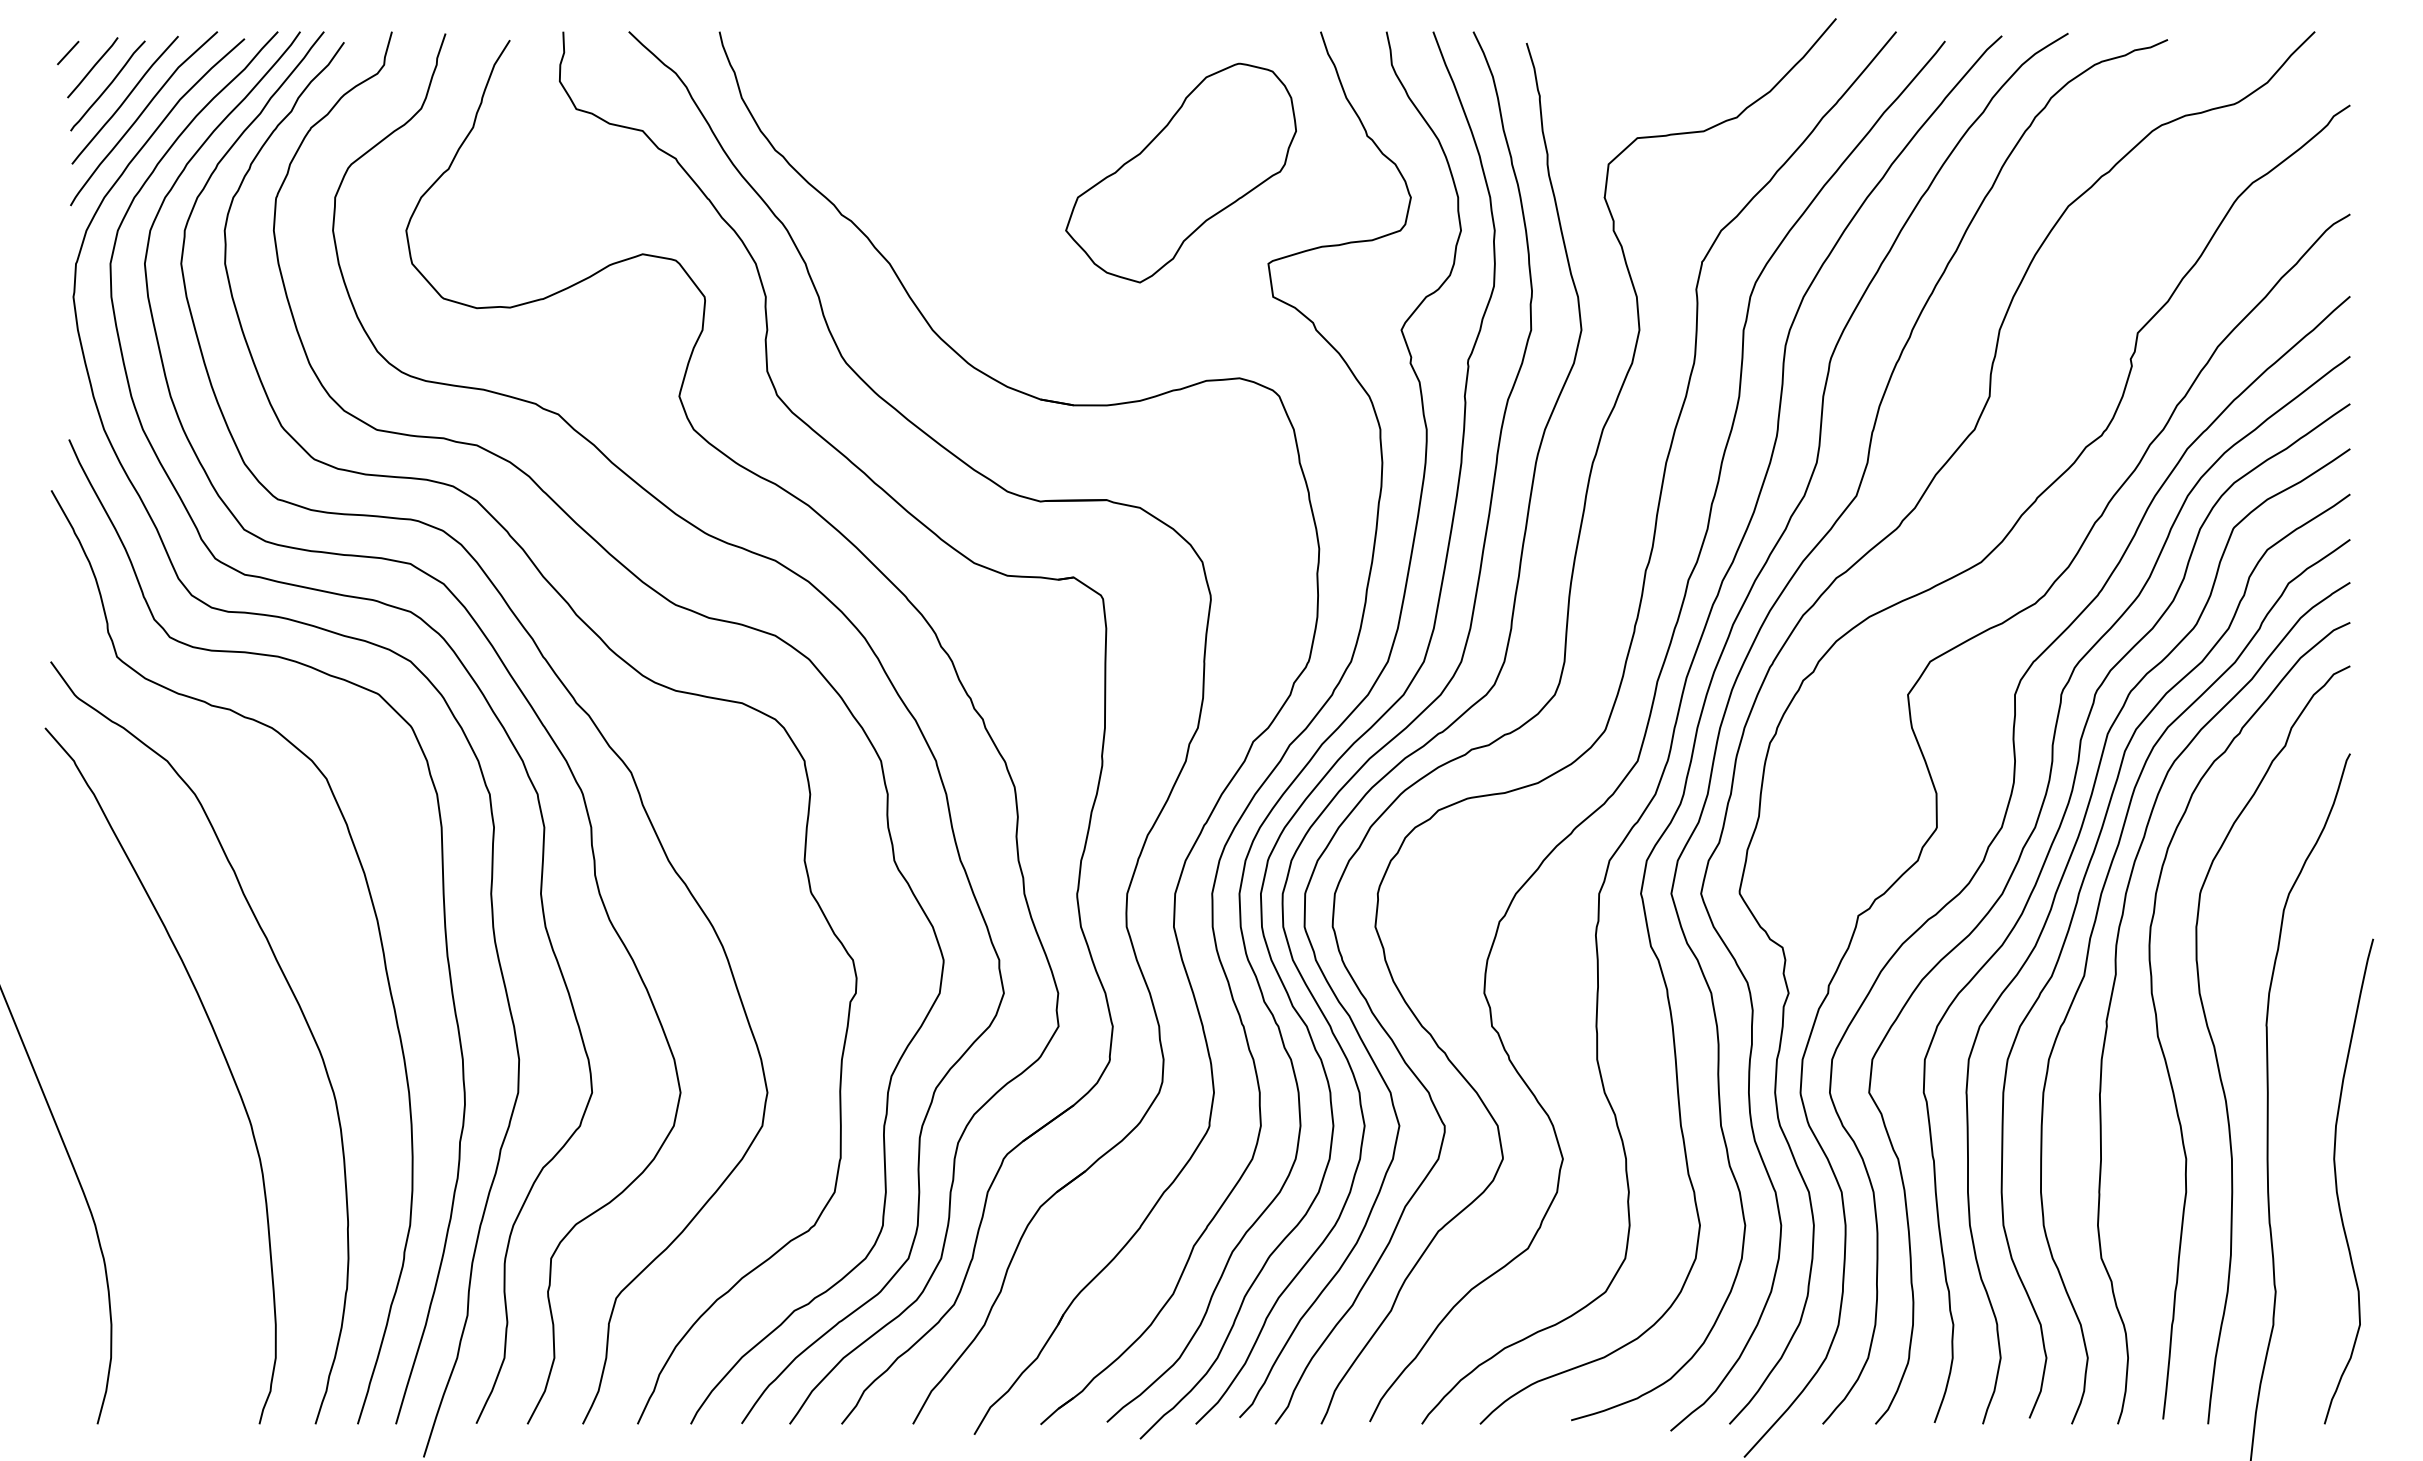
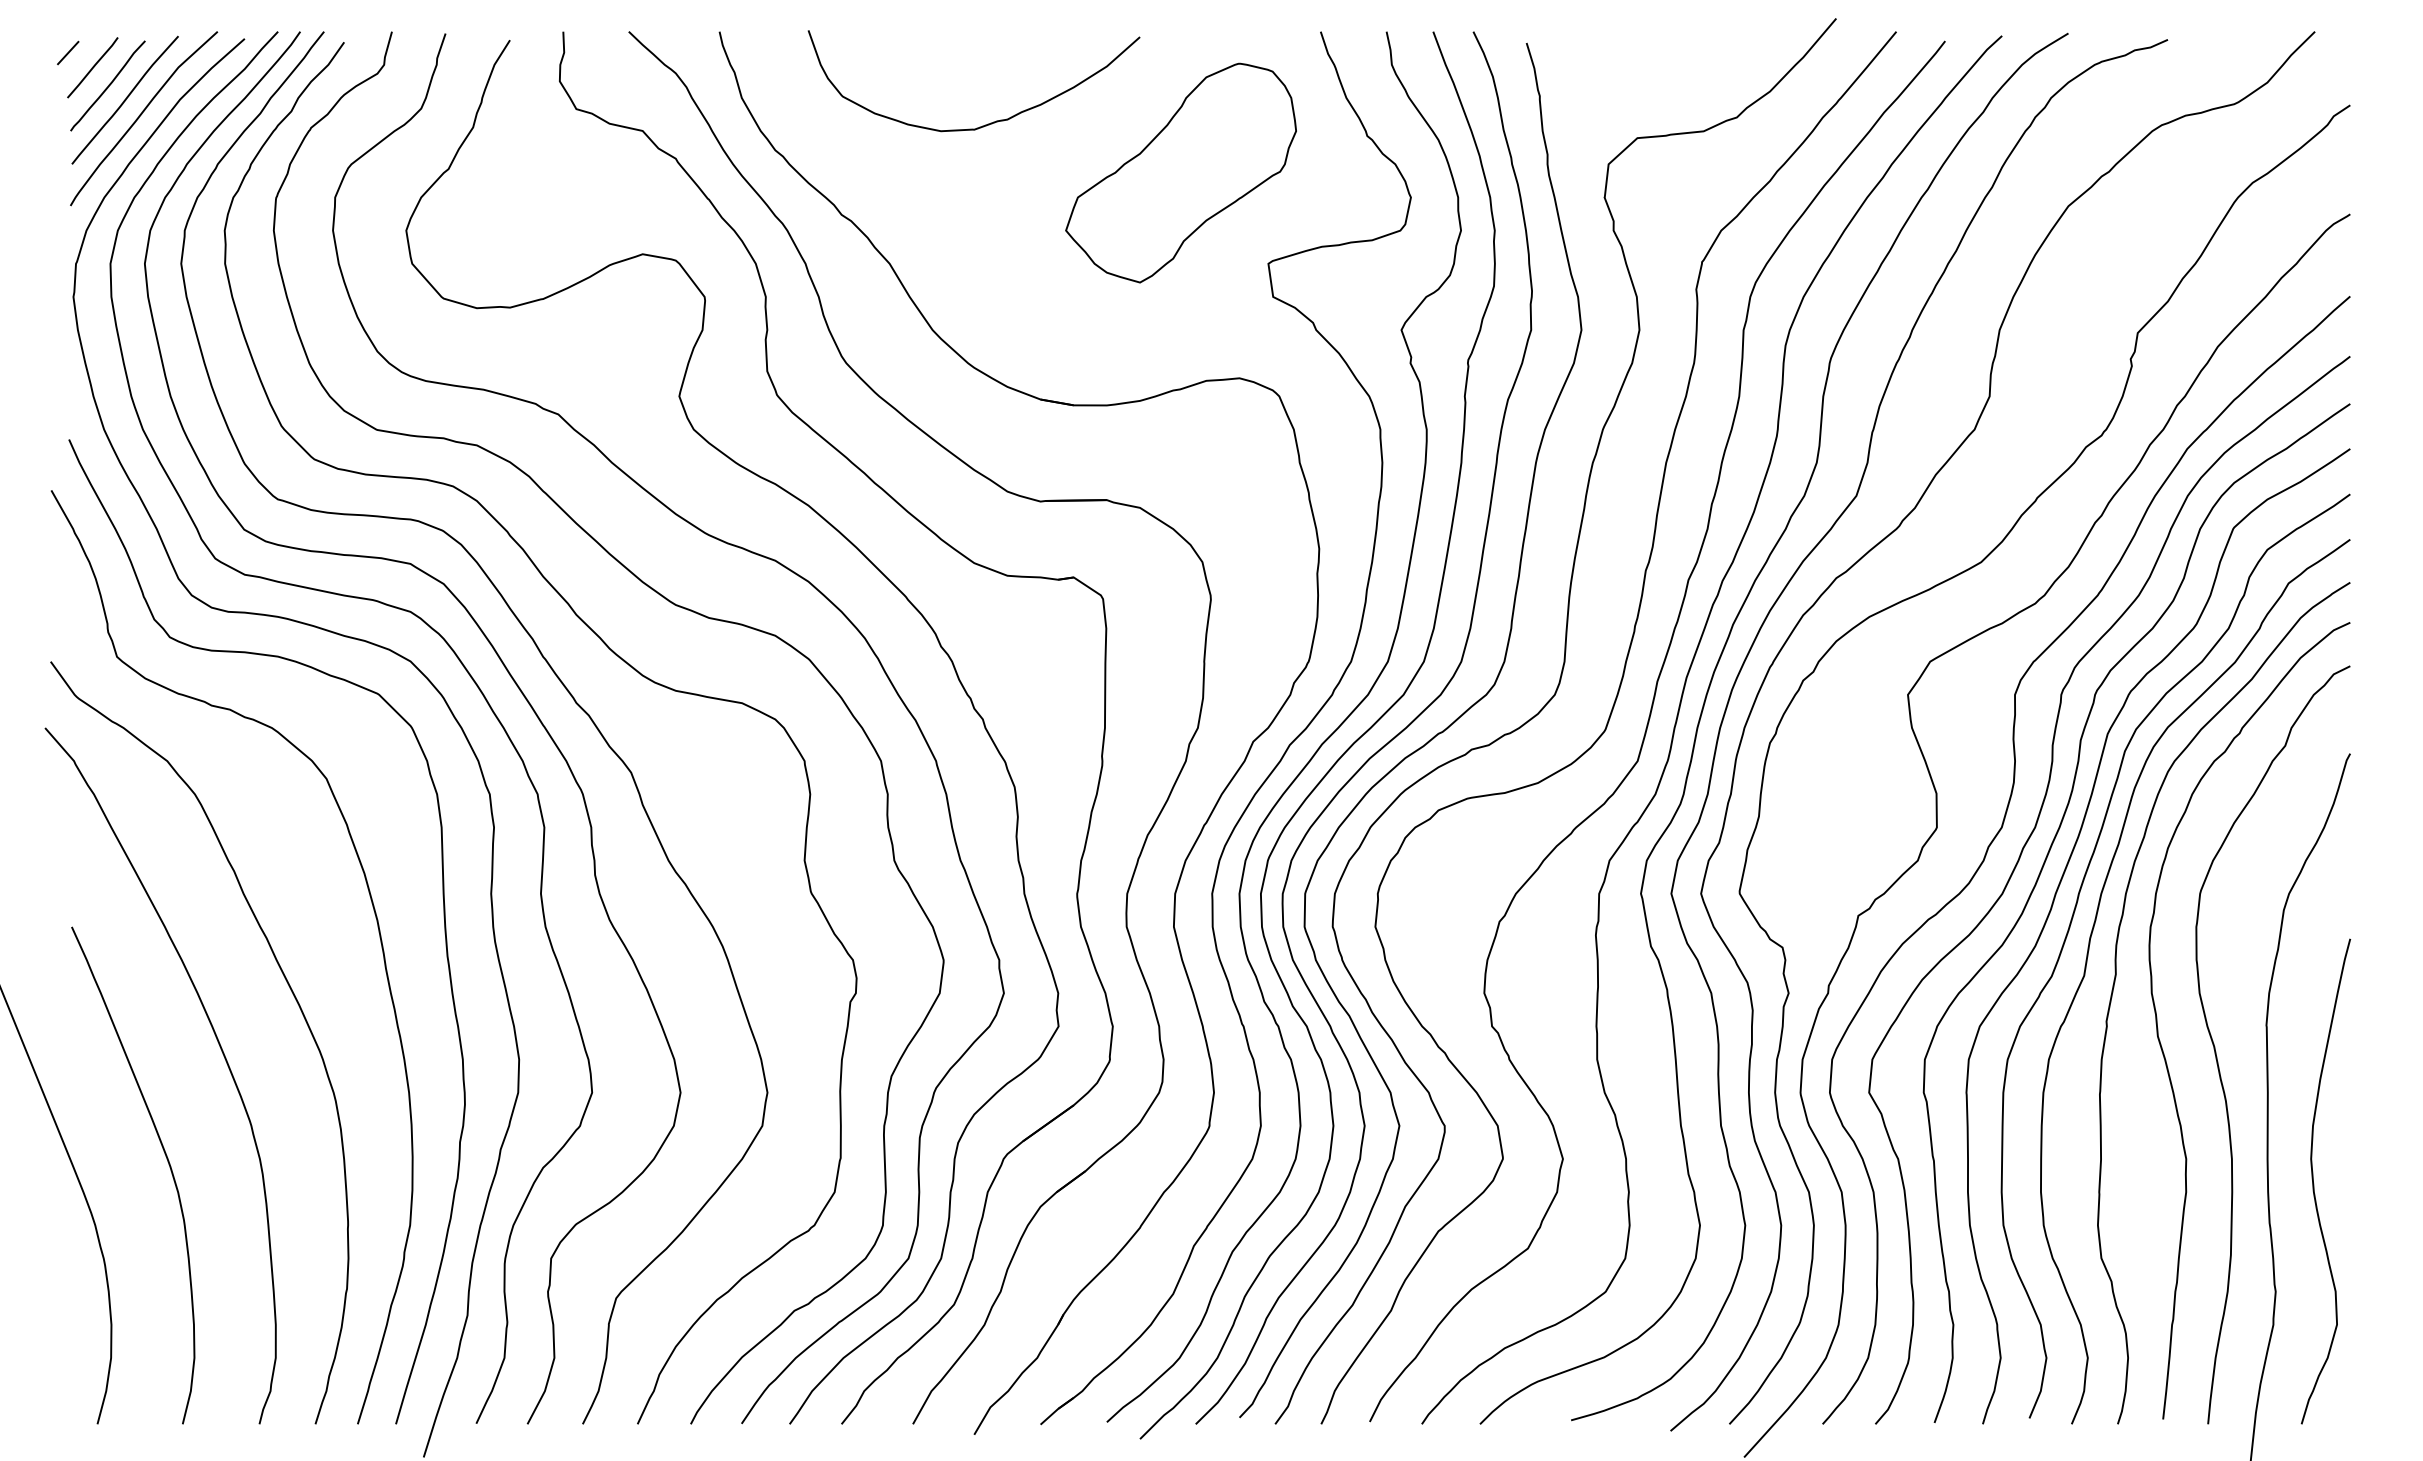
curve at (990, 122): none -> present
curve at (167, 1162): none -> present
curve at (2337, 1183) position: (2337, 1183) -> (2314, 1183)
